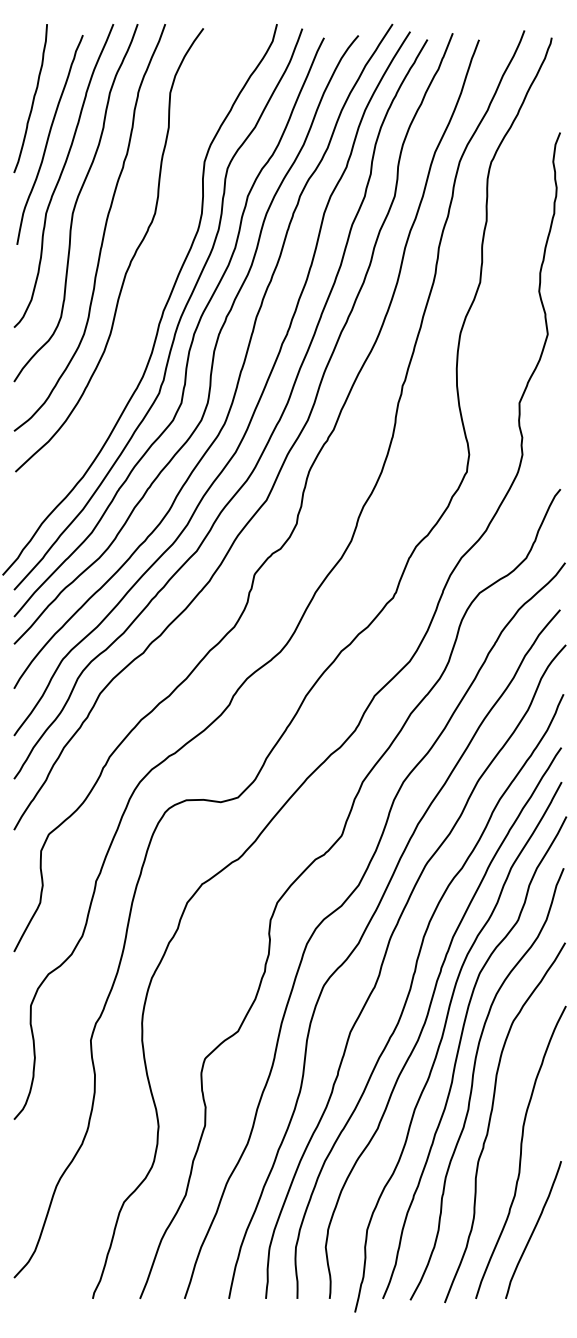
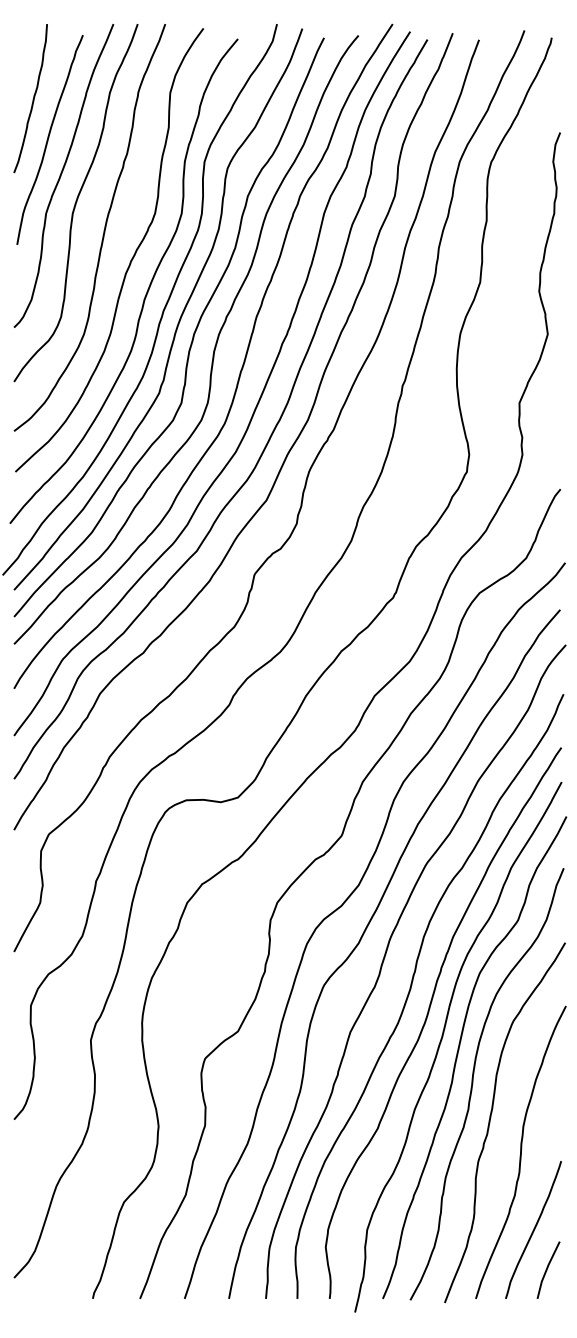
curve at (146, 291): none -> present
line at (548, 1268): none -> present
